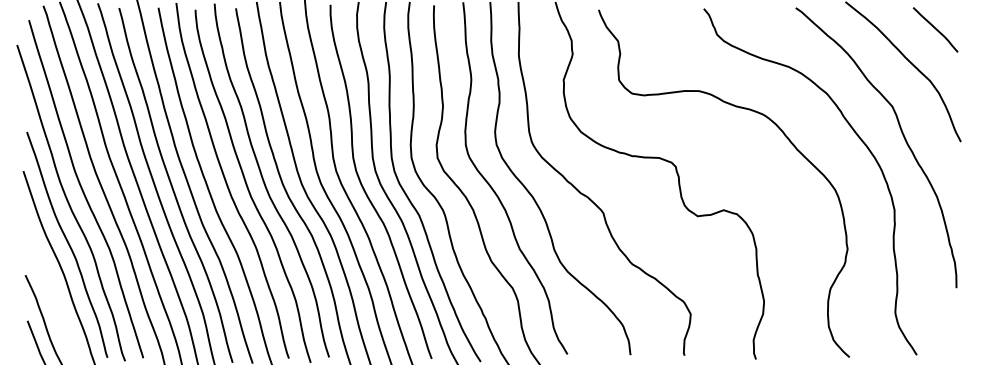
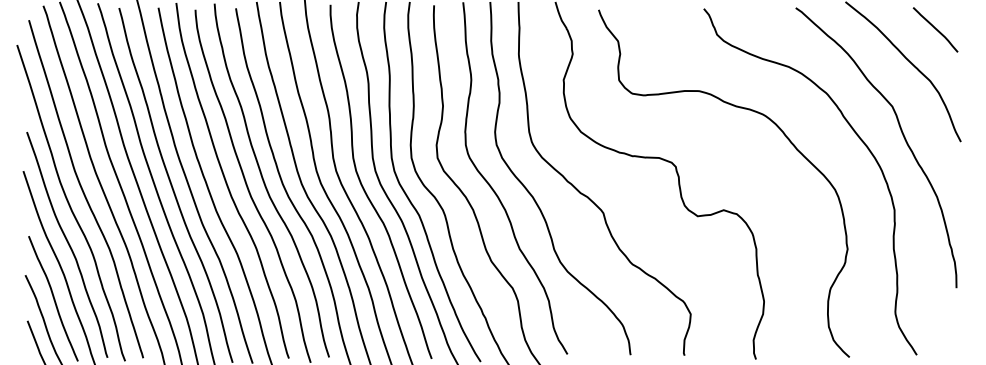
curve at (53, 298): none -> present
